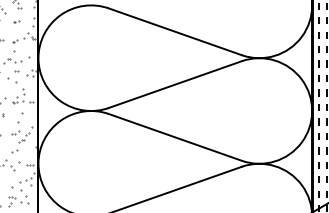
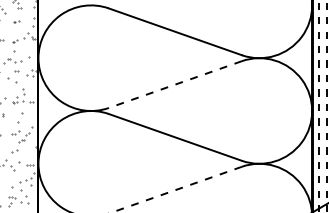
line at (175, 84): solid -> dashed
line at (176, 189): solid -> dashed
